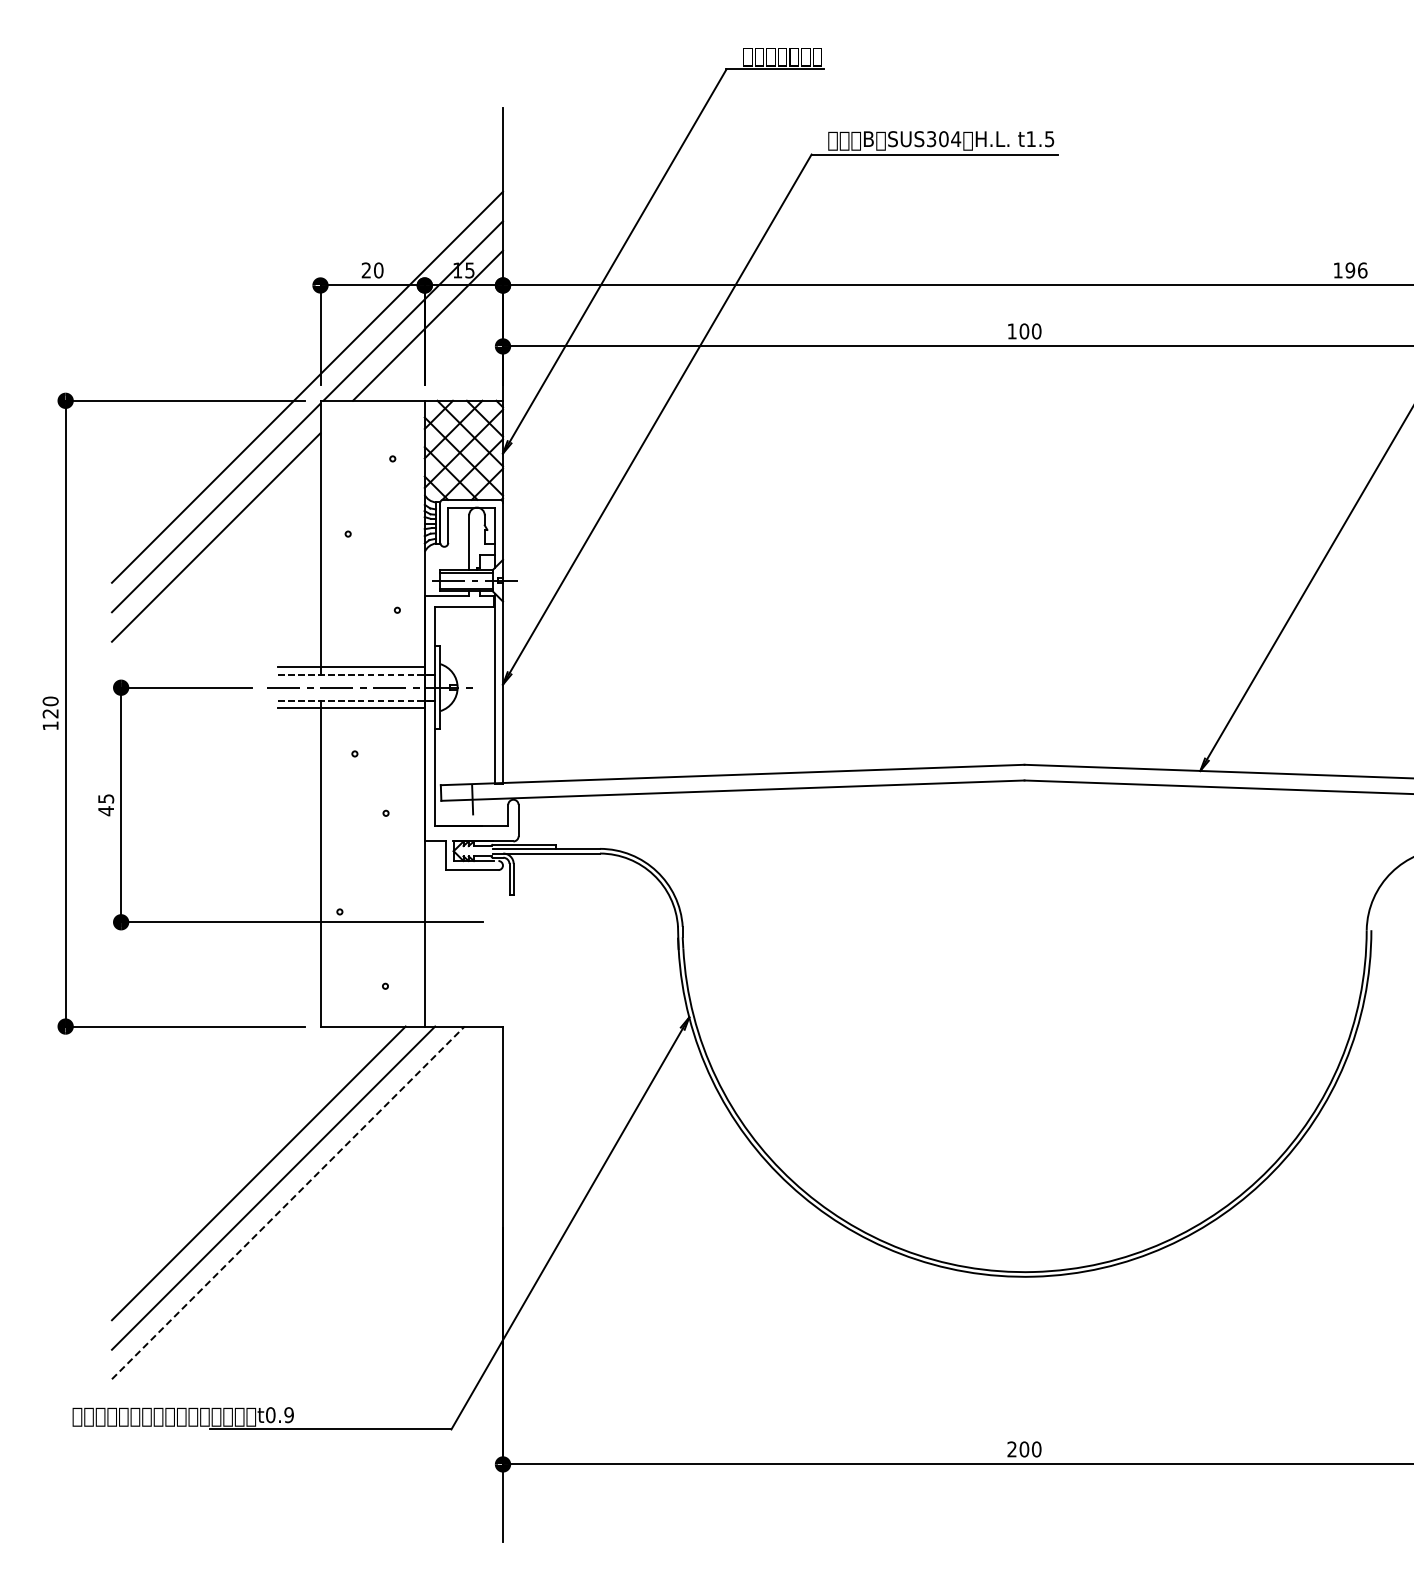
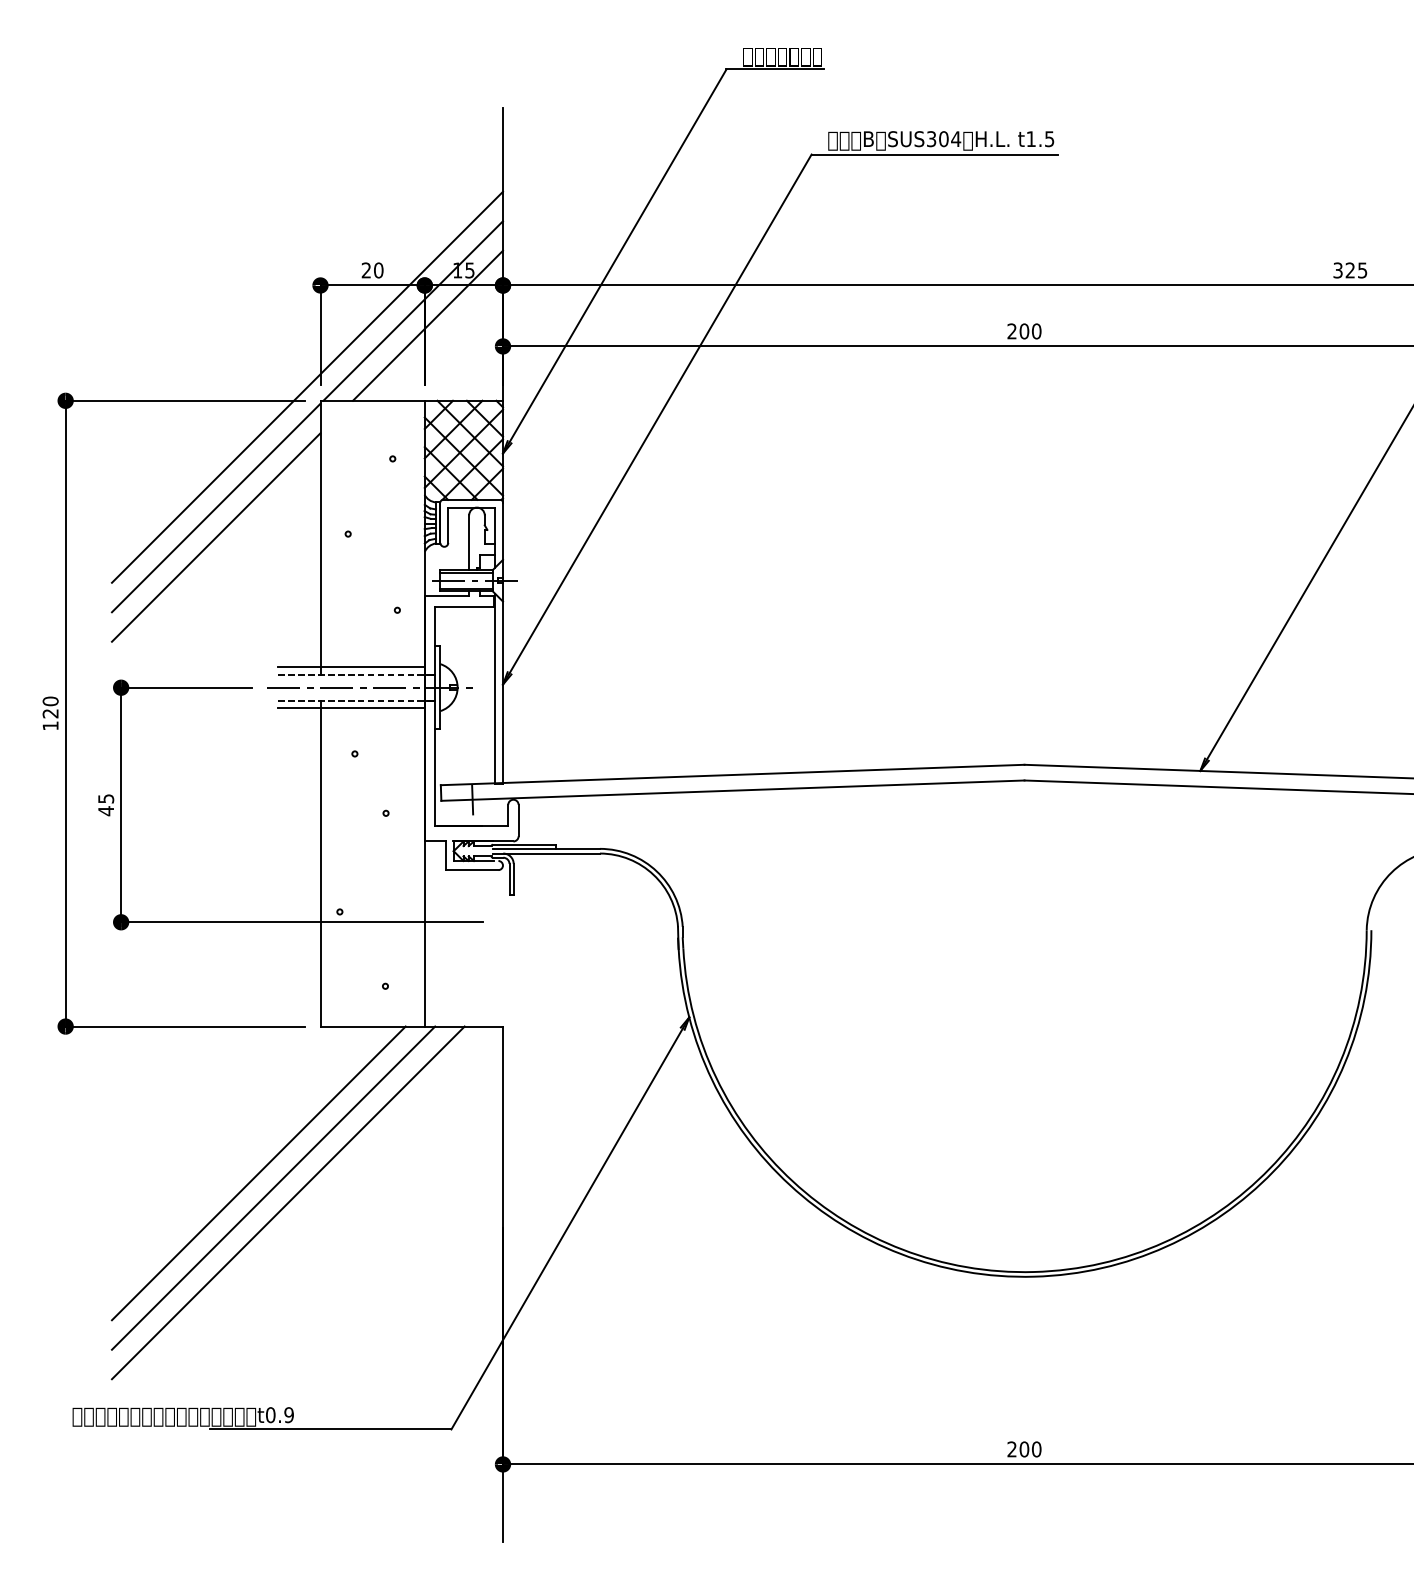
text at (1350, 270): 196 -> 325
text at (1011, 331): 100 -> 200
line at (288, 1202): dashed -> solid
